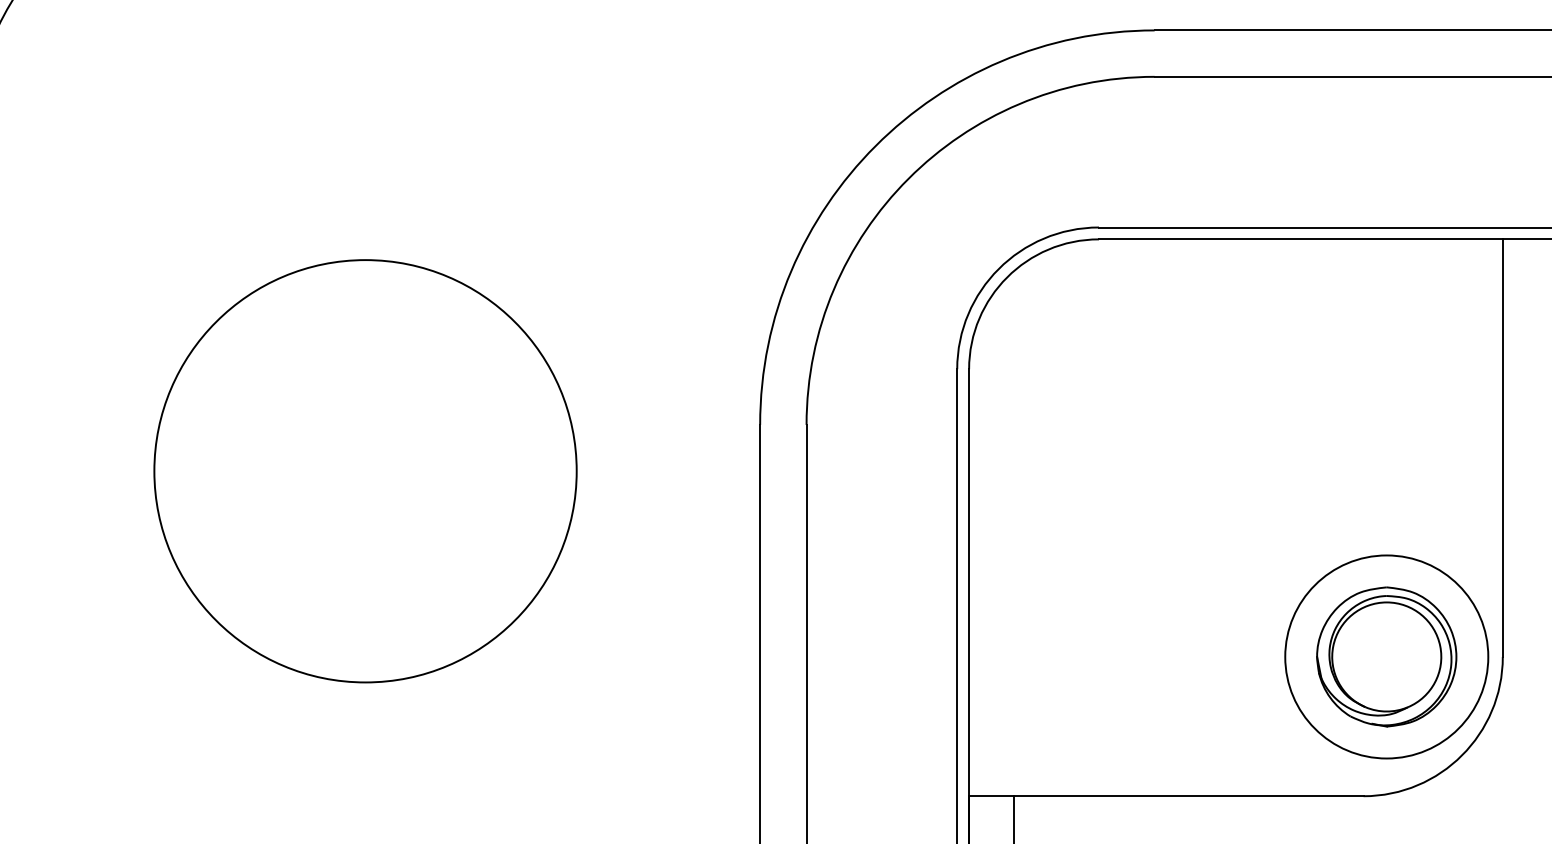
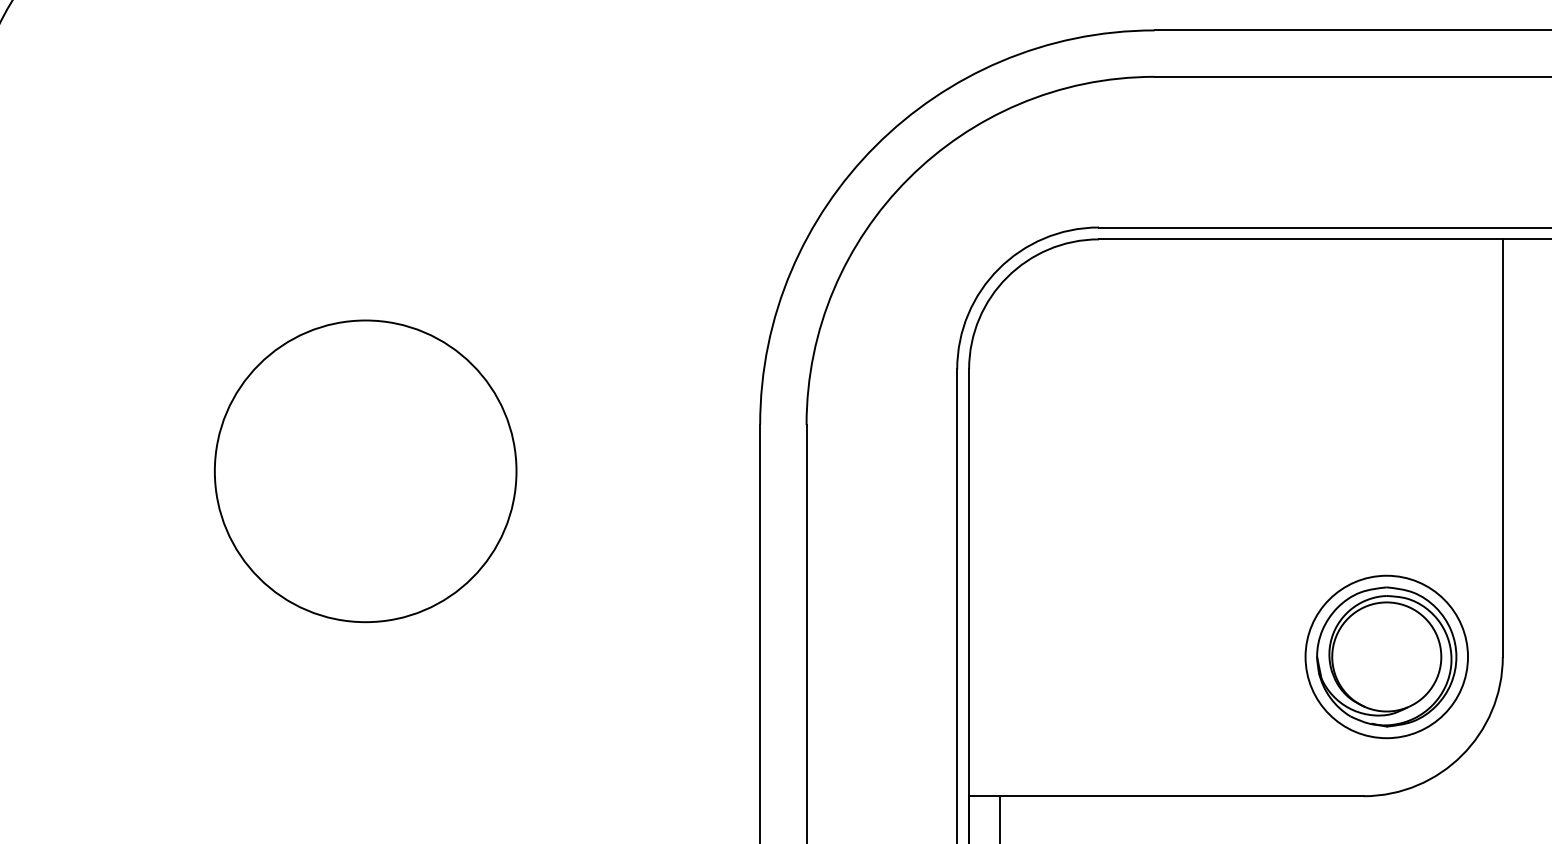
circle at (365, 471) size: 425x425 px -> 304x305 px
circle at (1386, 656) diameter: 203 px -> 162 px
line at (1013, 818) position: (1013, 818) -> (999, 818)
